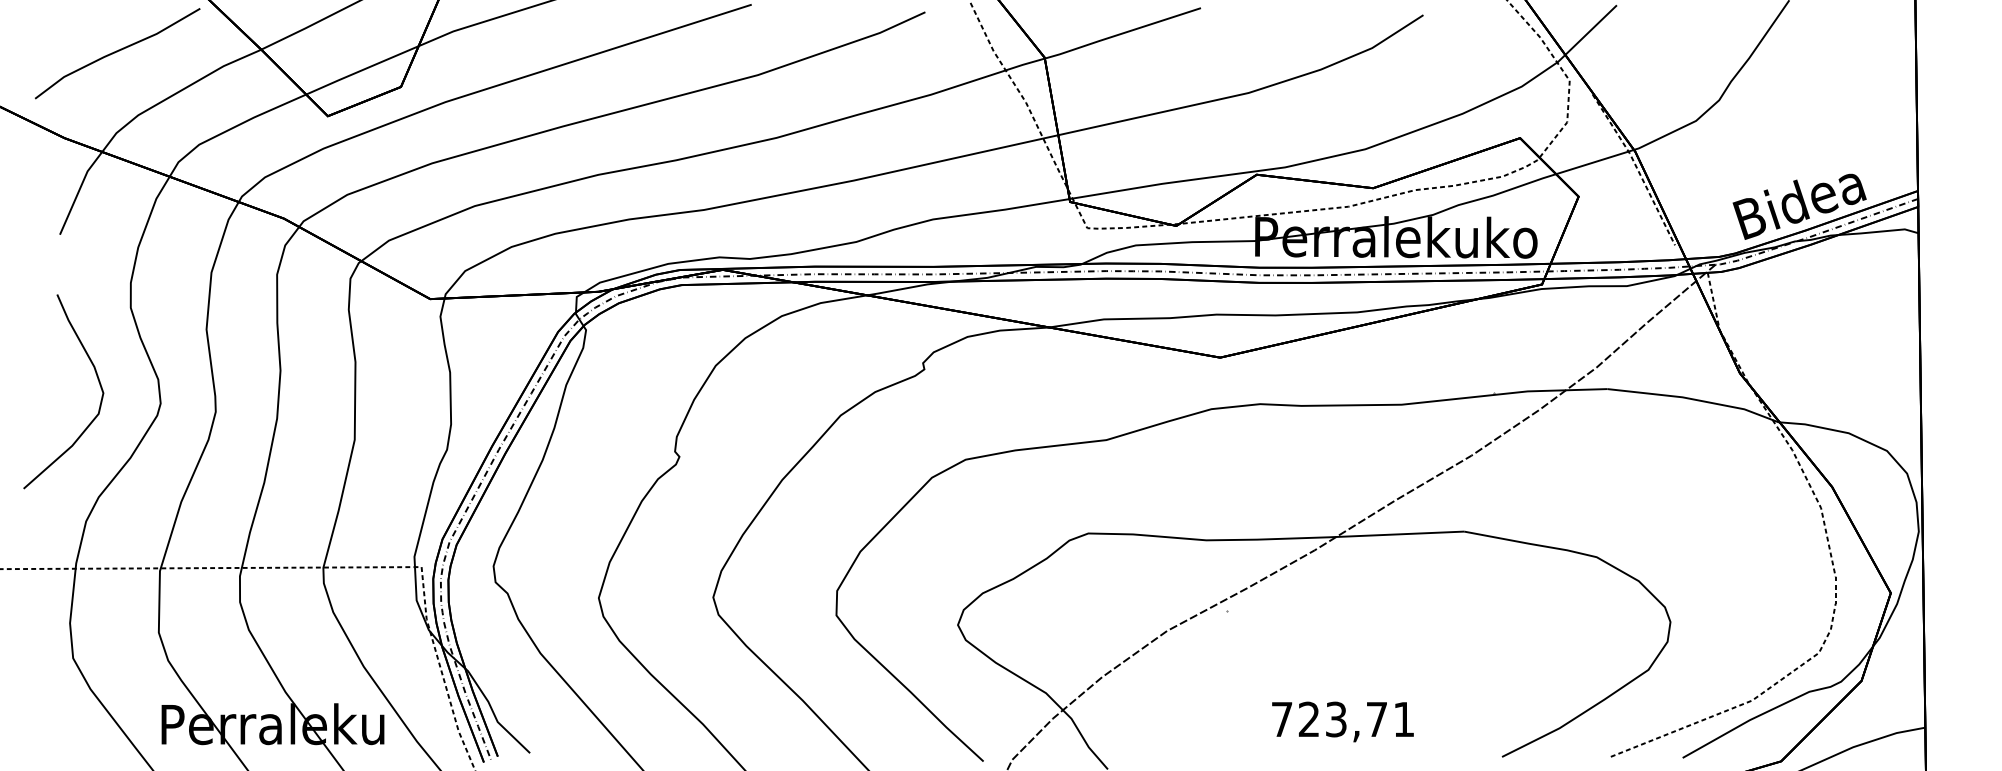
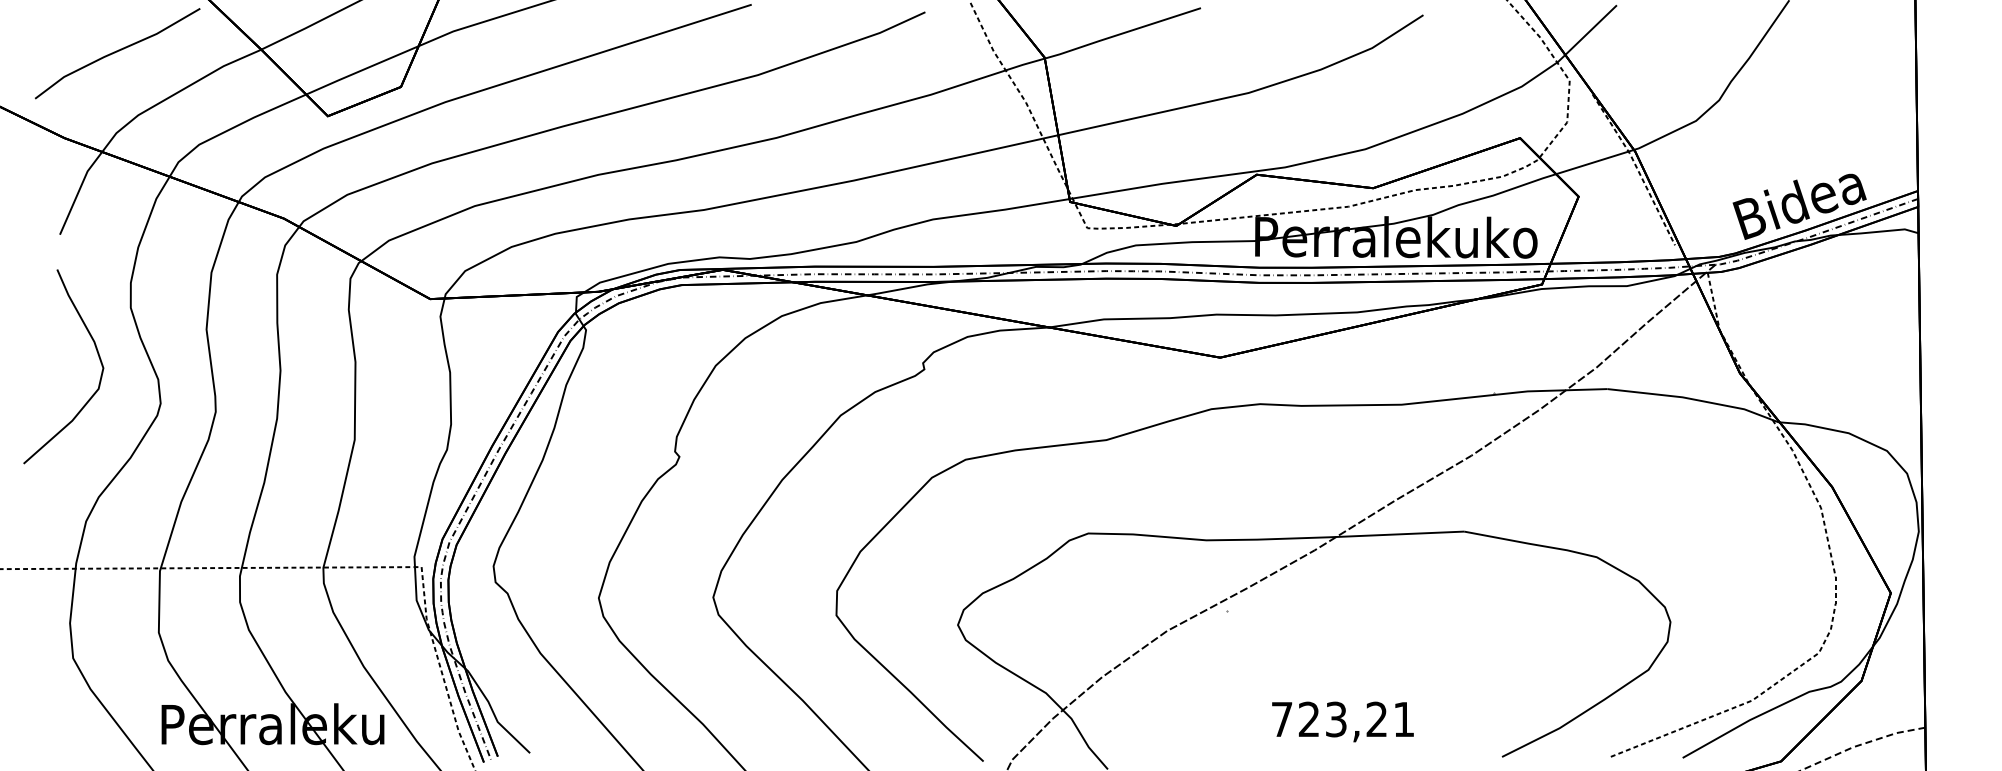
curve at (97, 379) position: (97, 379) -> (97, 354)
text at (1376, 718): 723,71 -> 723,21
line at (1860, 744): solid -> dashed
